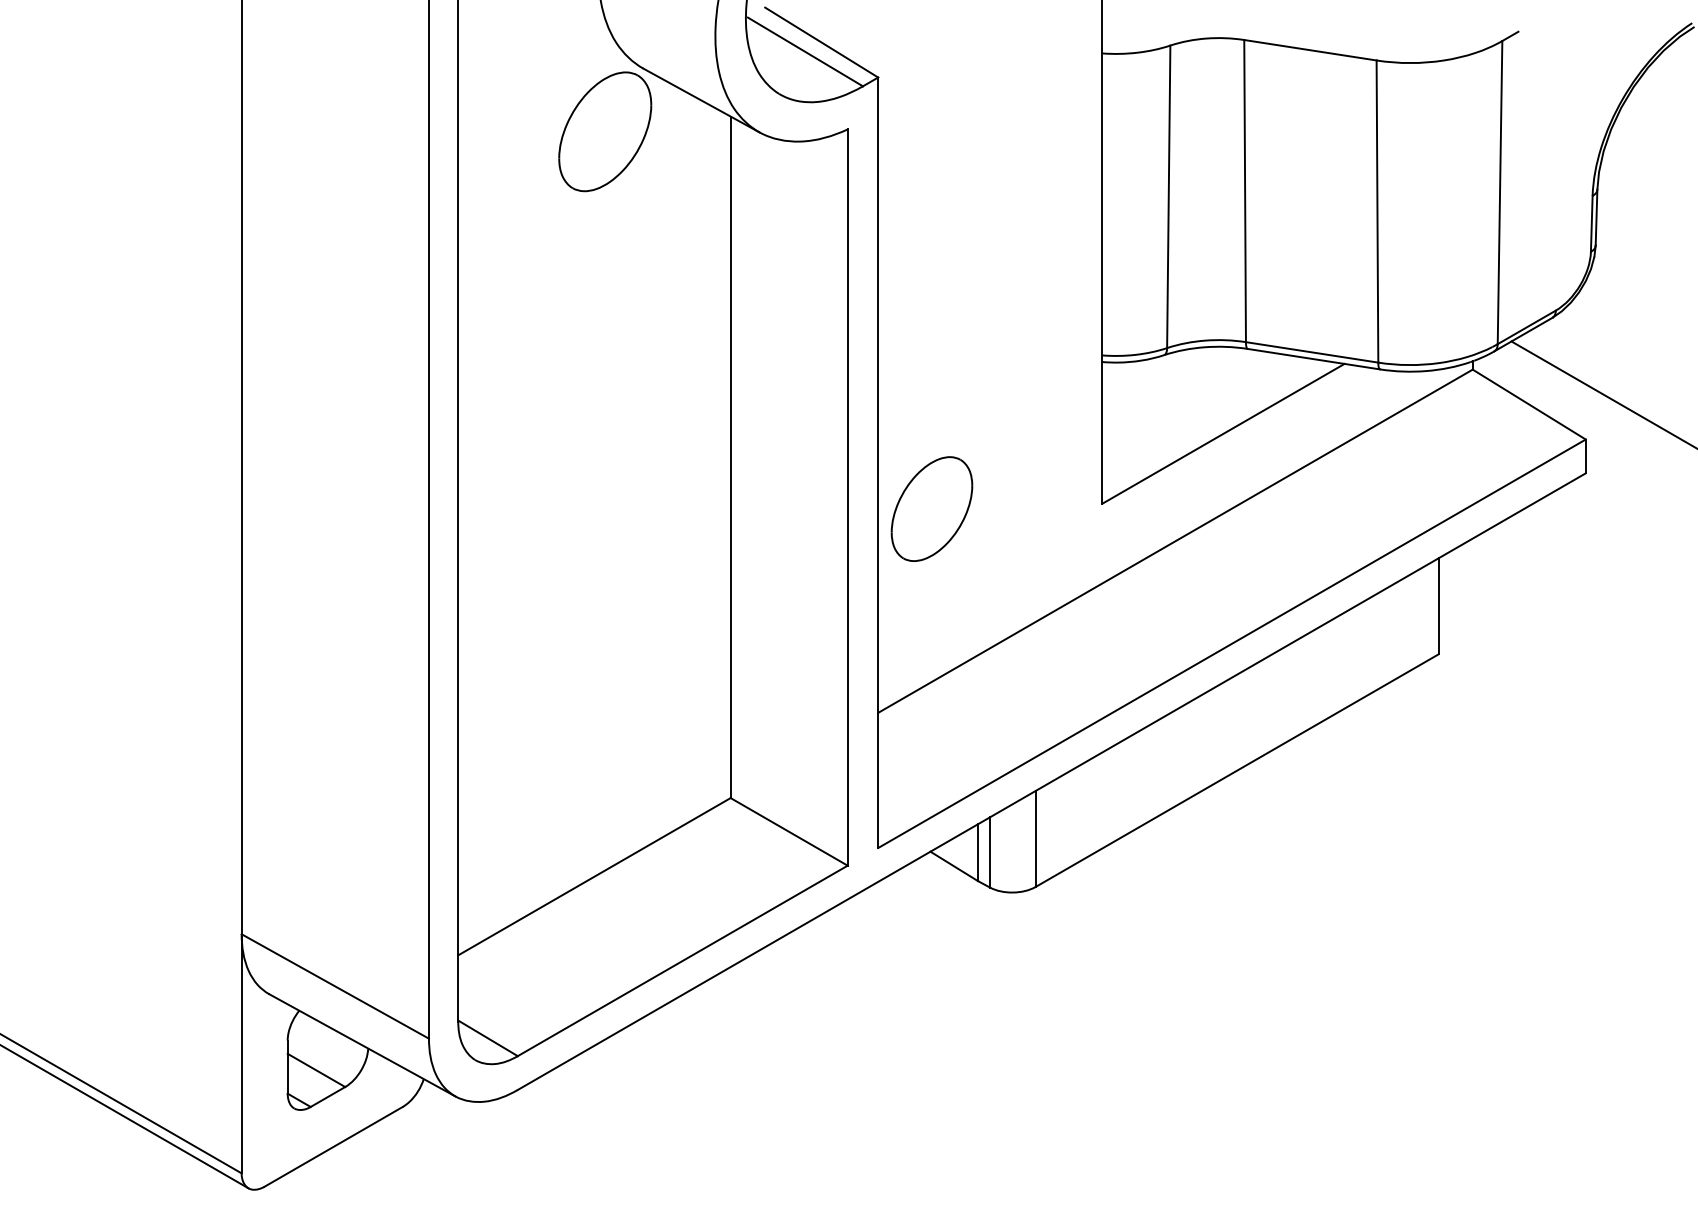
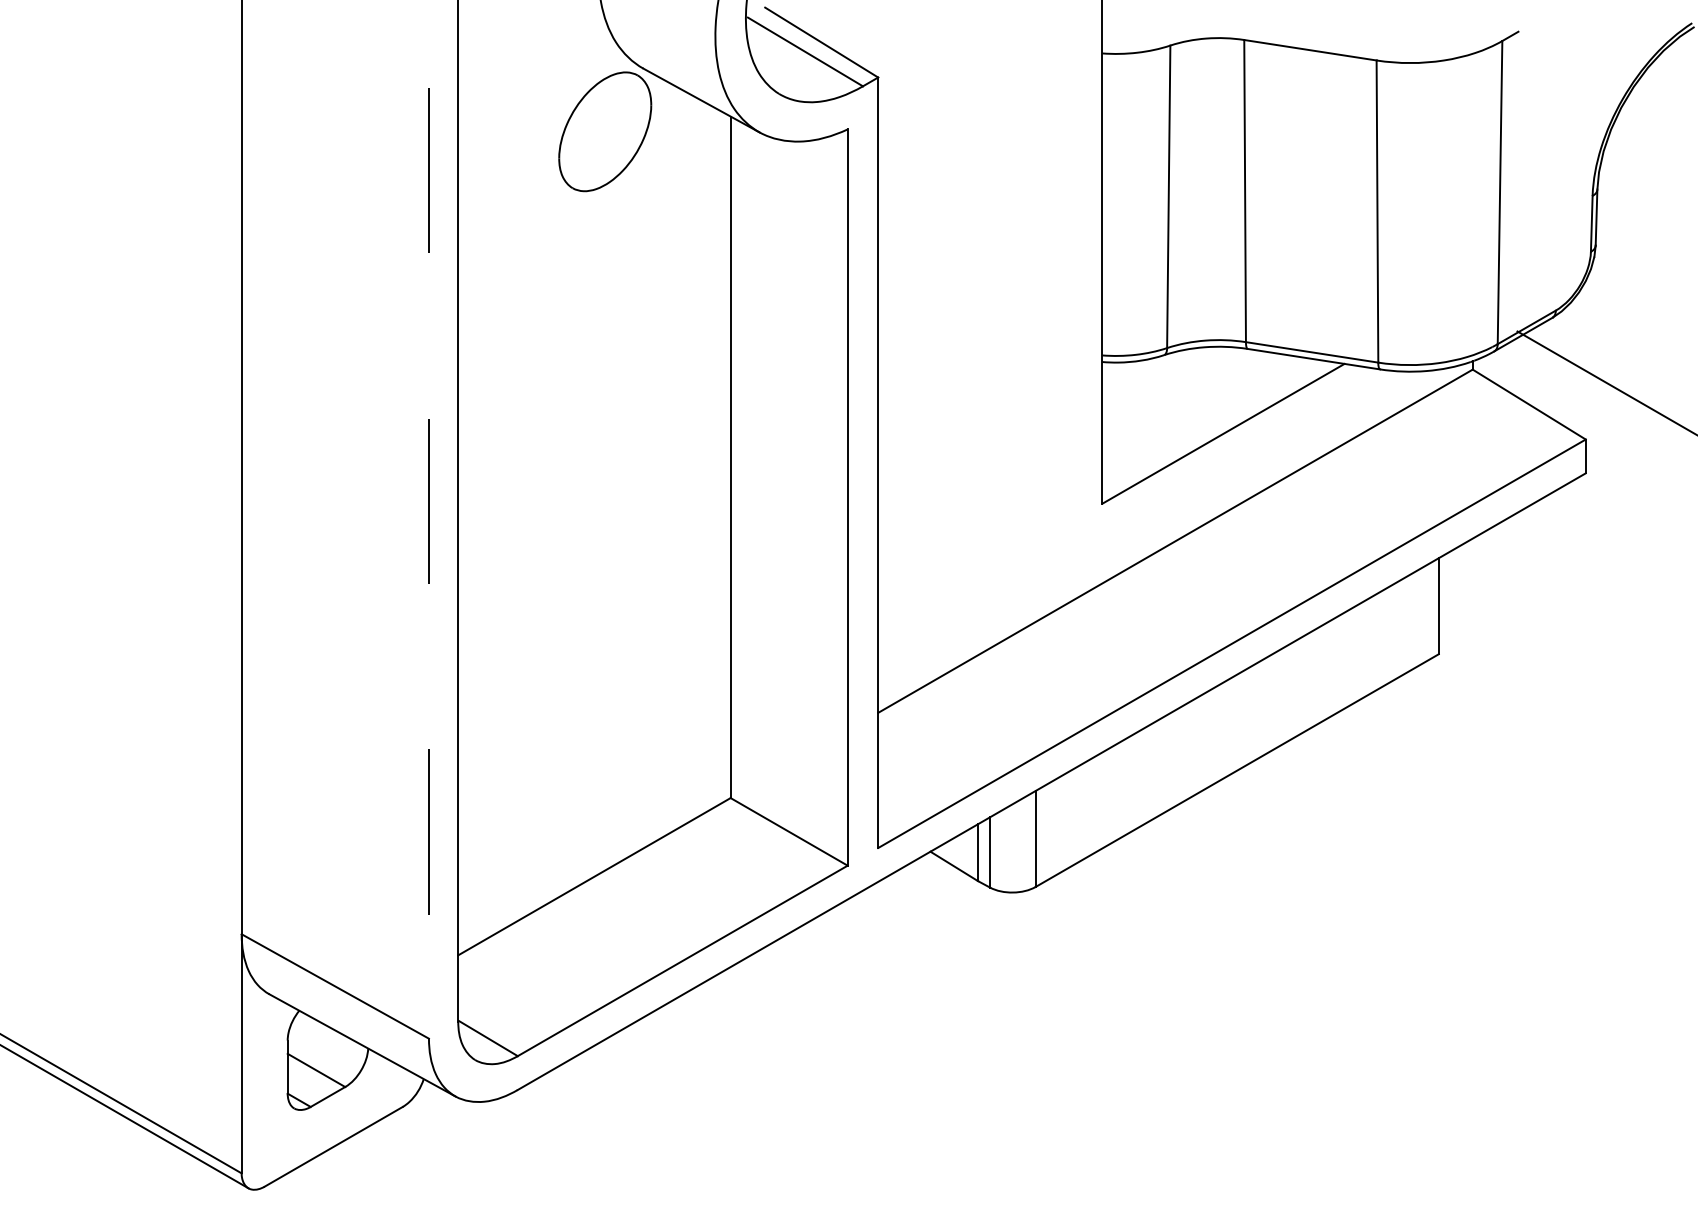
line at (1602, 394) position: (1602, 394) -> (1605, 382)
part at (931, 508): present -> none
line at (428, 519): solid -> dashed
